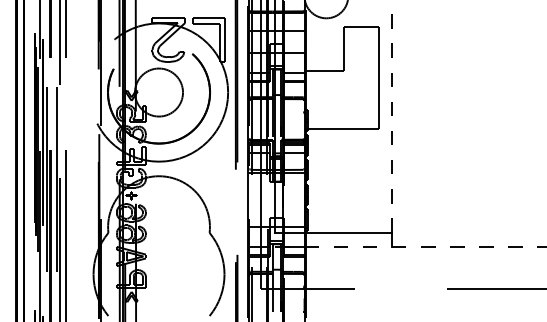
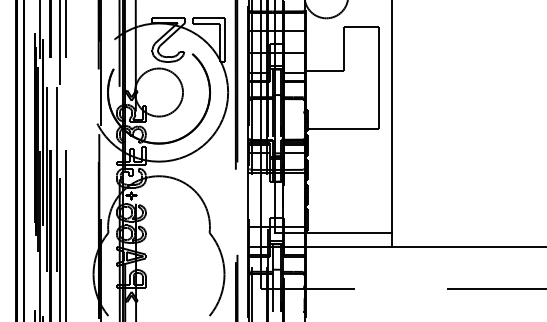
line at (391, 116): dashed -> solid
line at (403, 247): dashed -> solid
